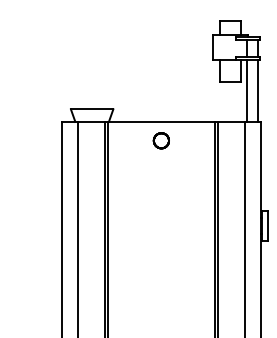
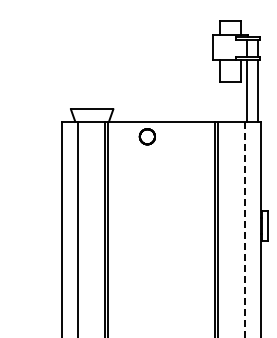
part at (160, 140) position: (160, 140) -> (146, 136)
line at (244, 229): solid -> dashed
